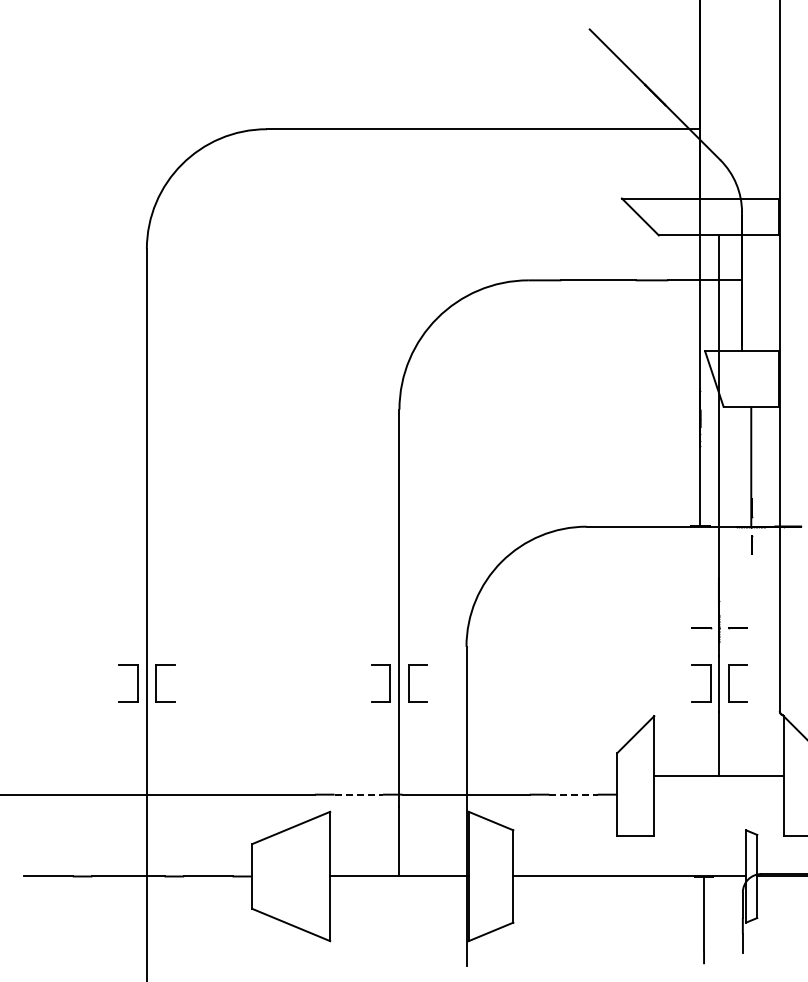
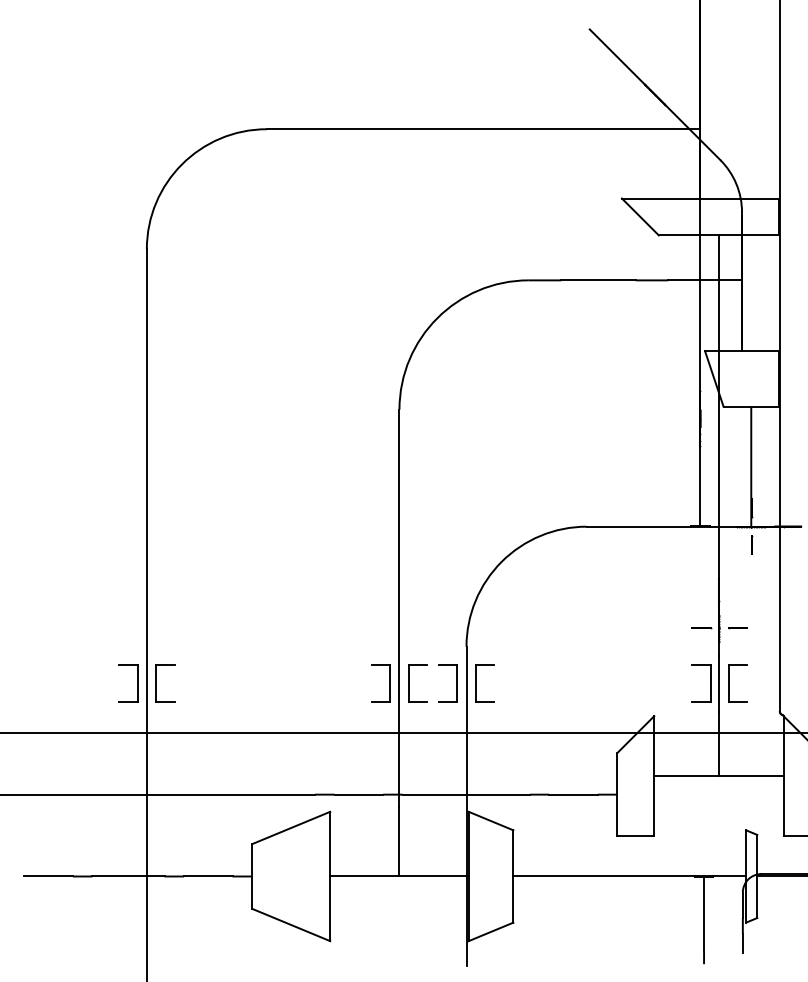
part at (457, 683): none -> present
line at (403, 733): none -> present
line at (359, 794): dashed -> solid
line at (574, 794): dashed -> solid
